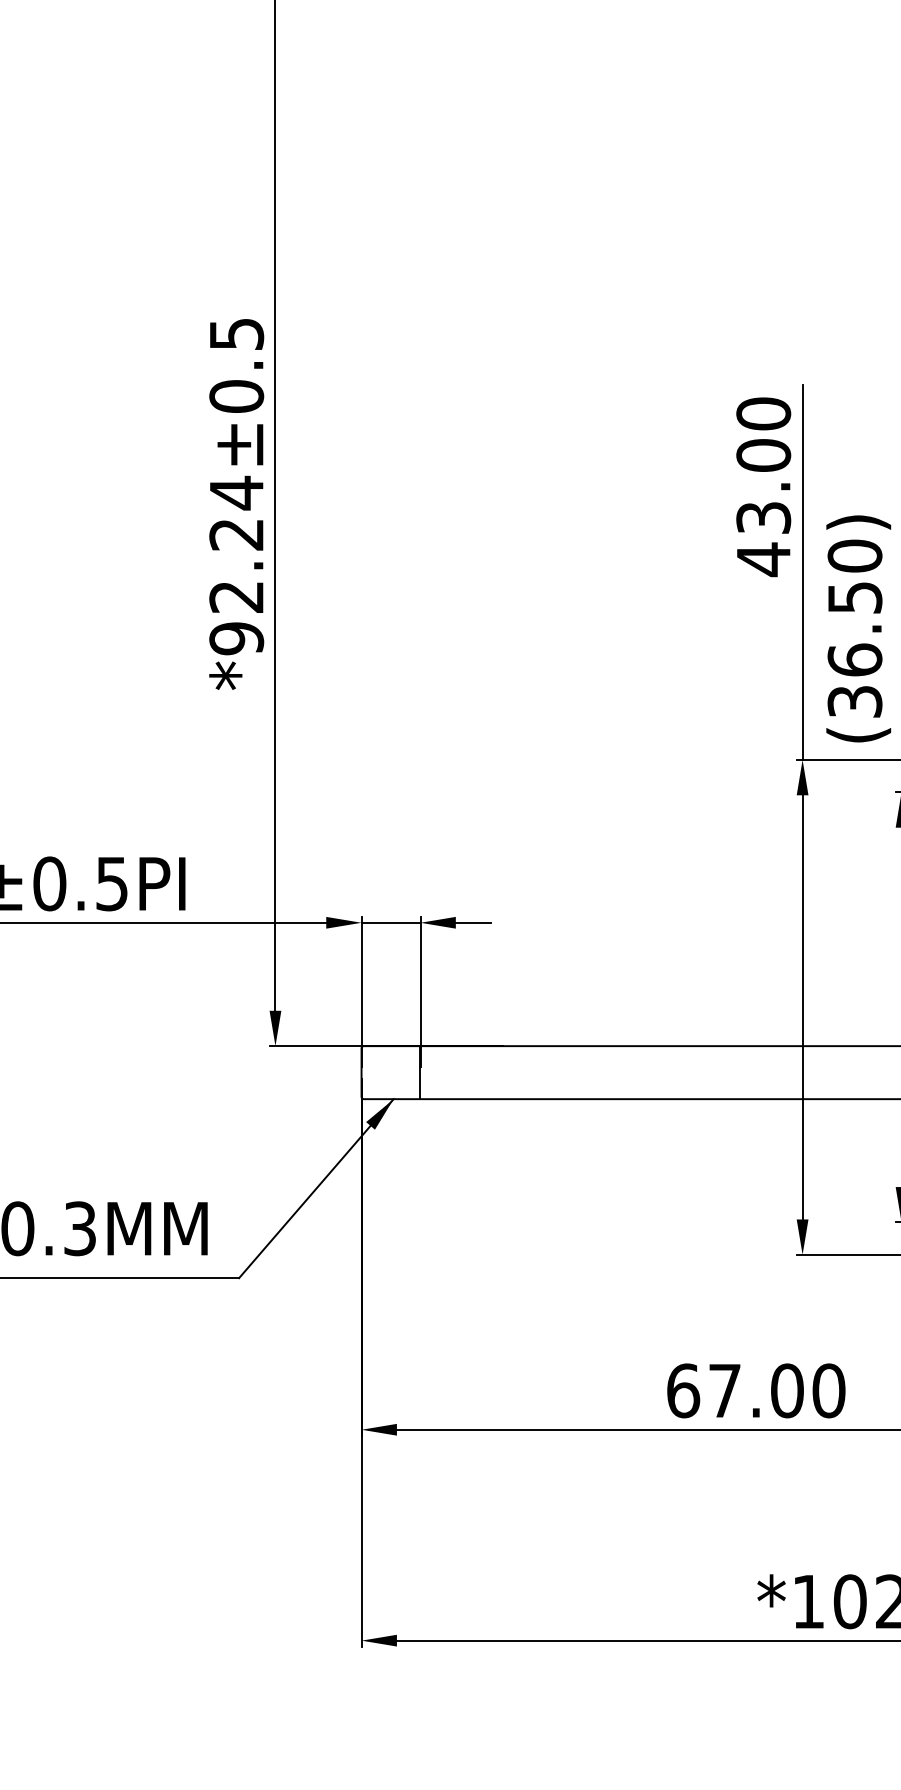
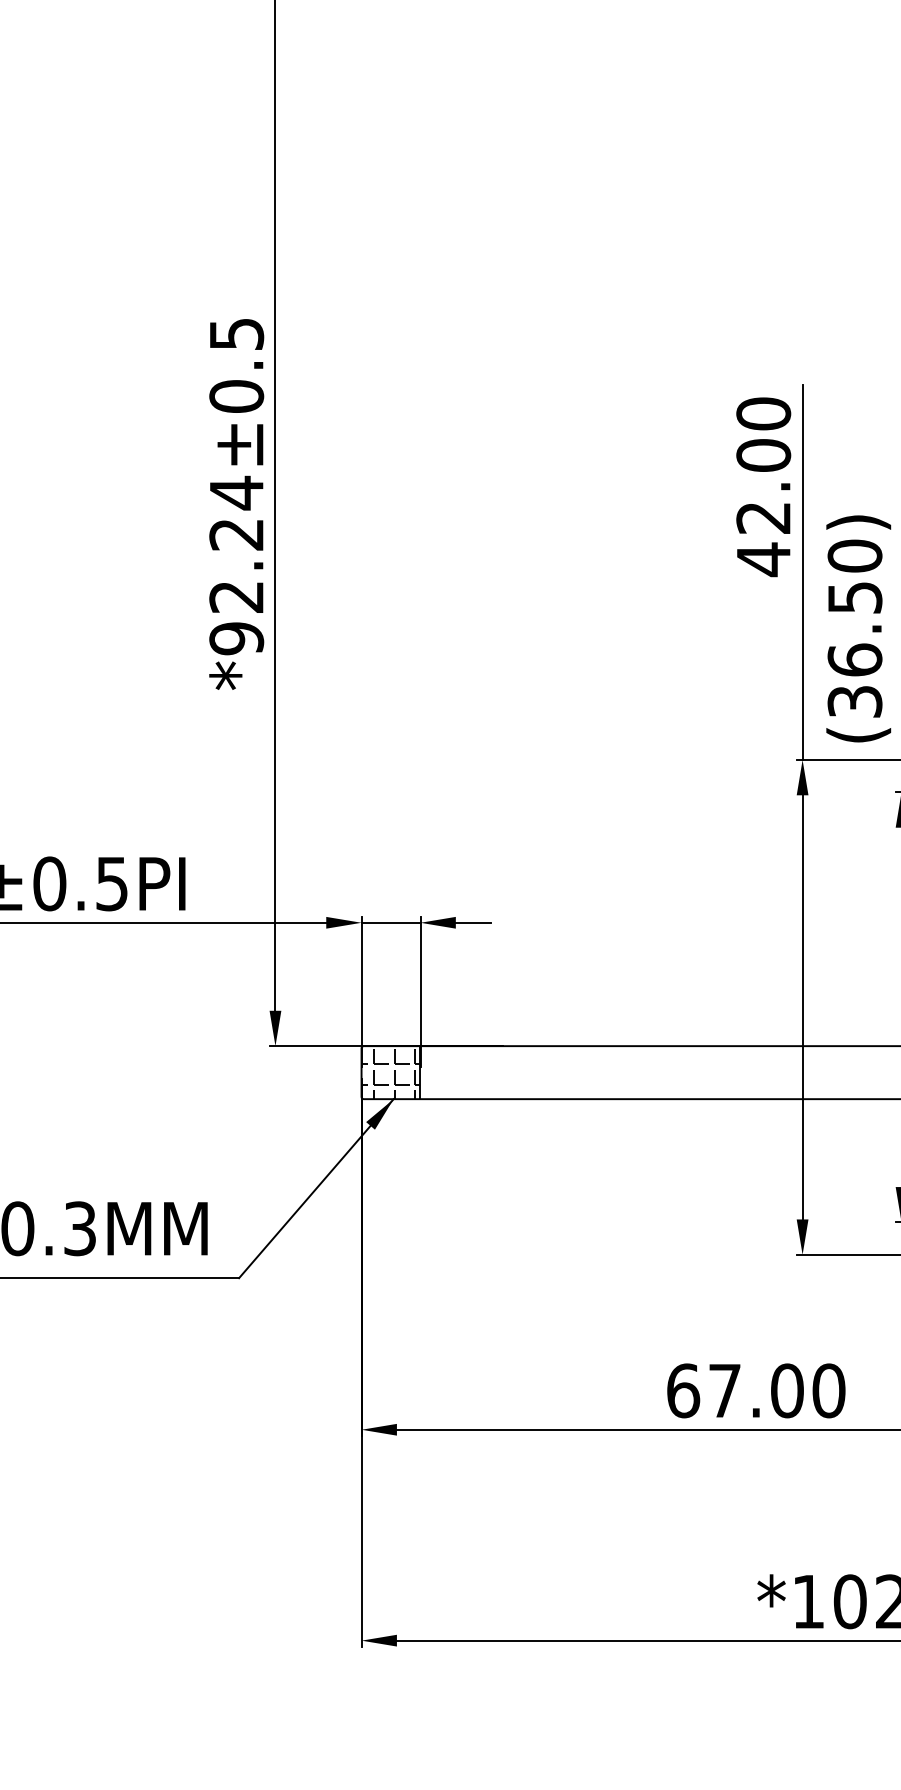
text at (763, 517): 43.00 -> 42.00
hatch at (390, 1074): none -> present
